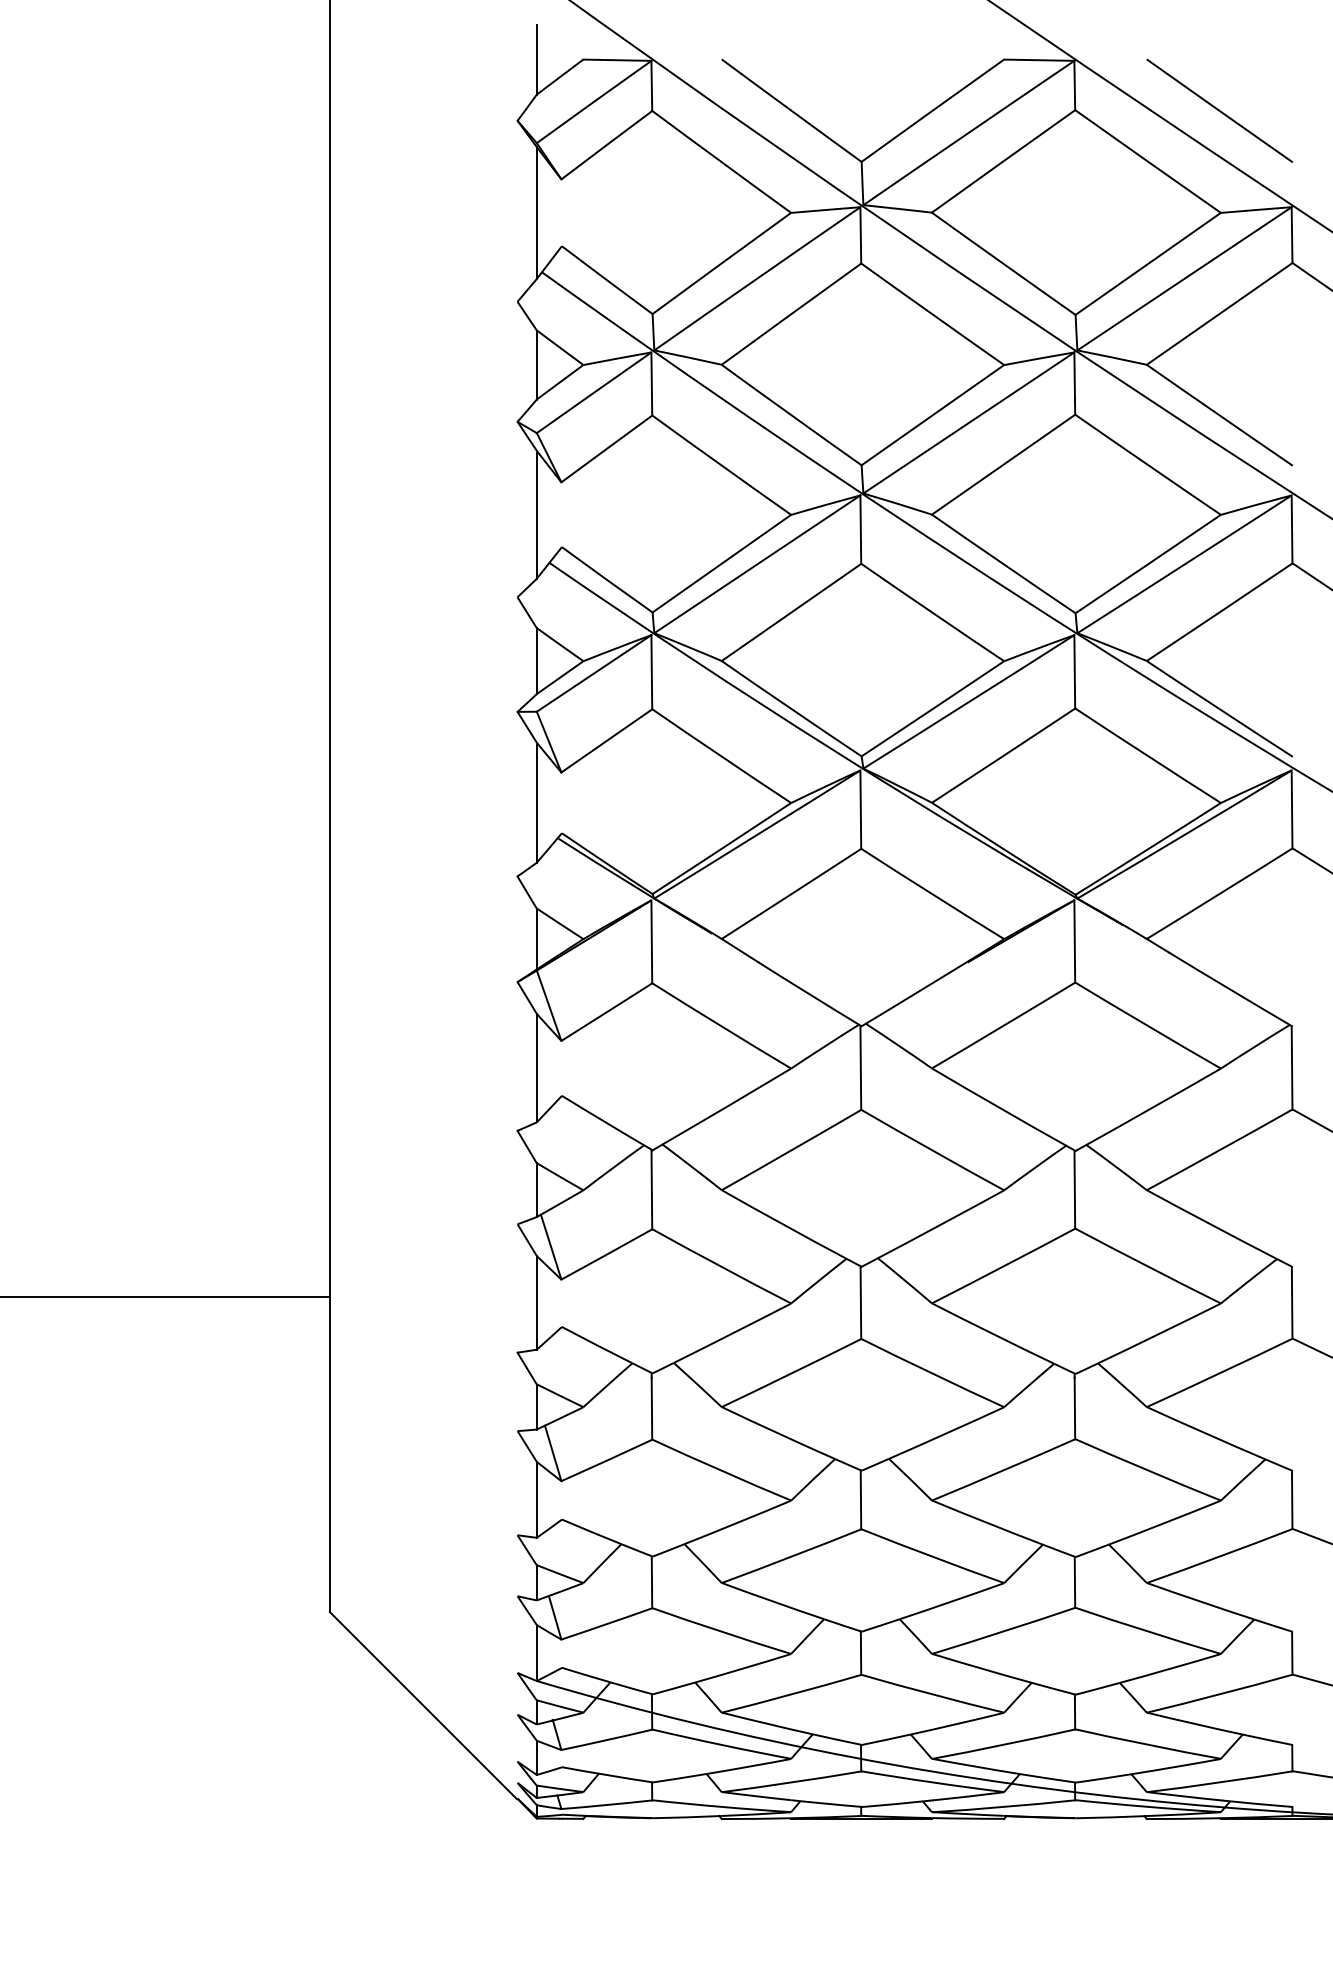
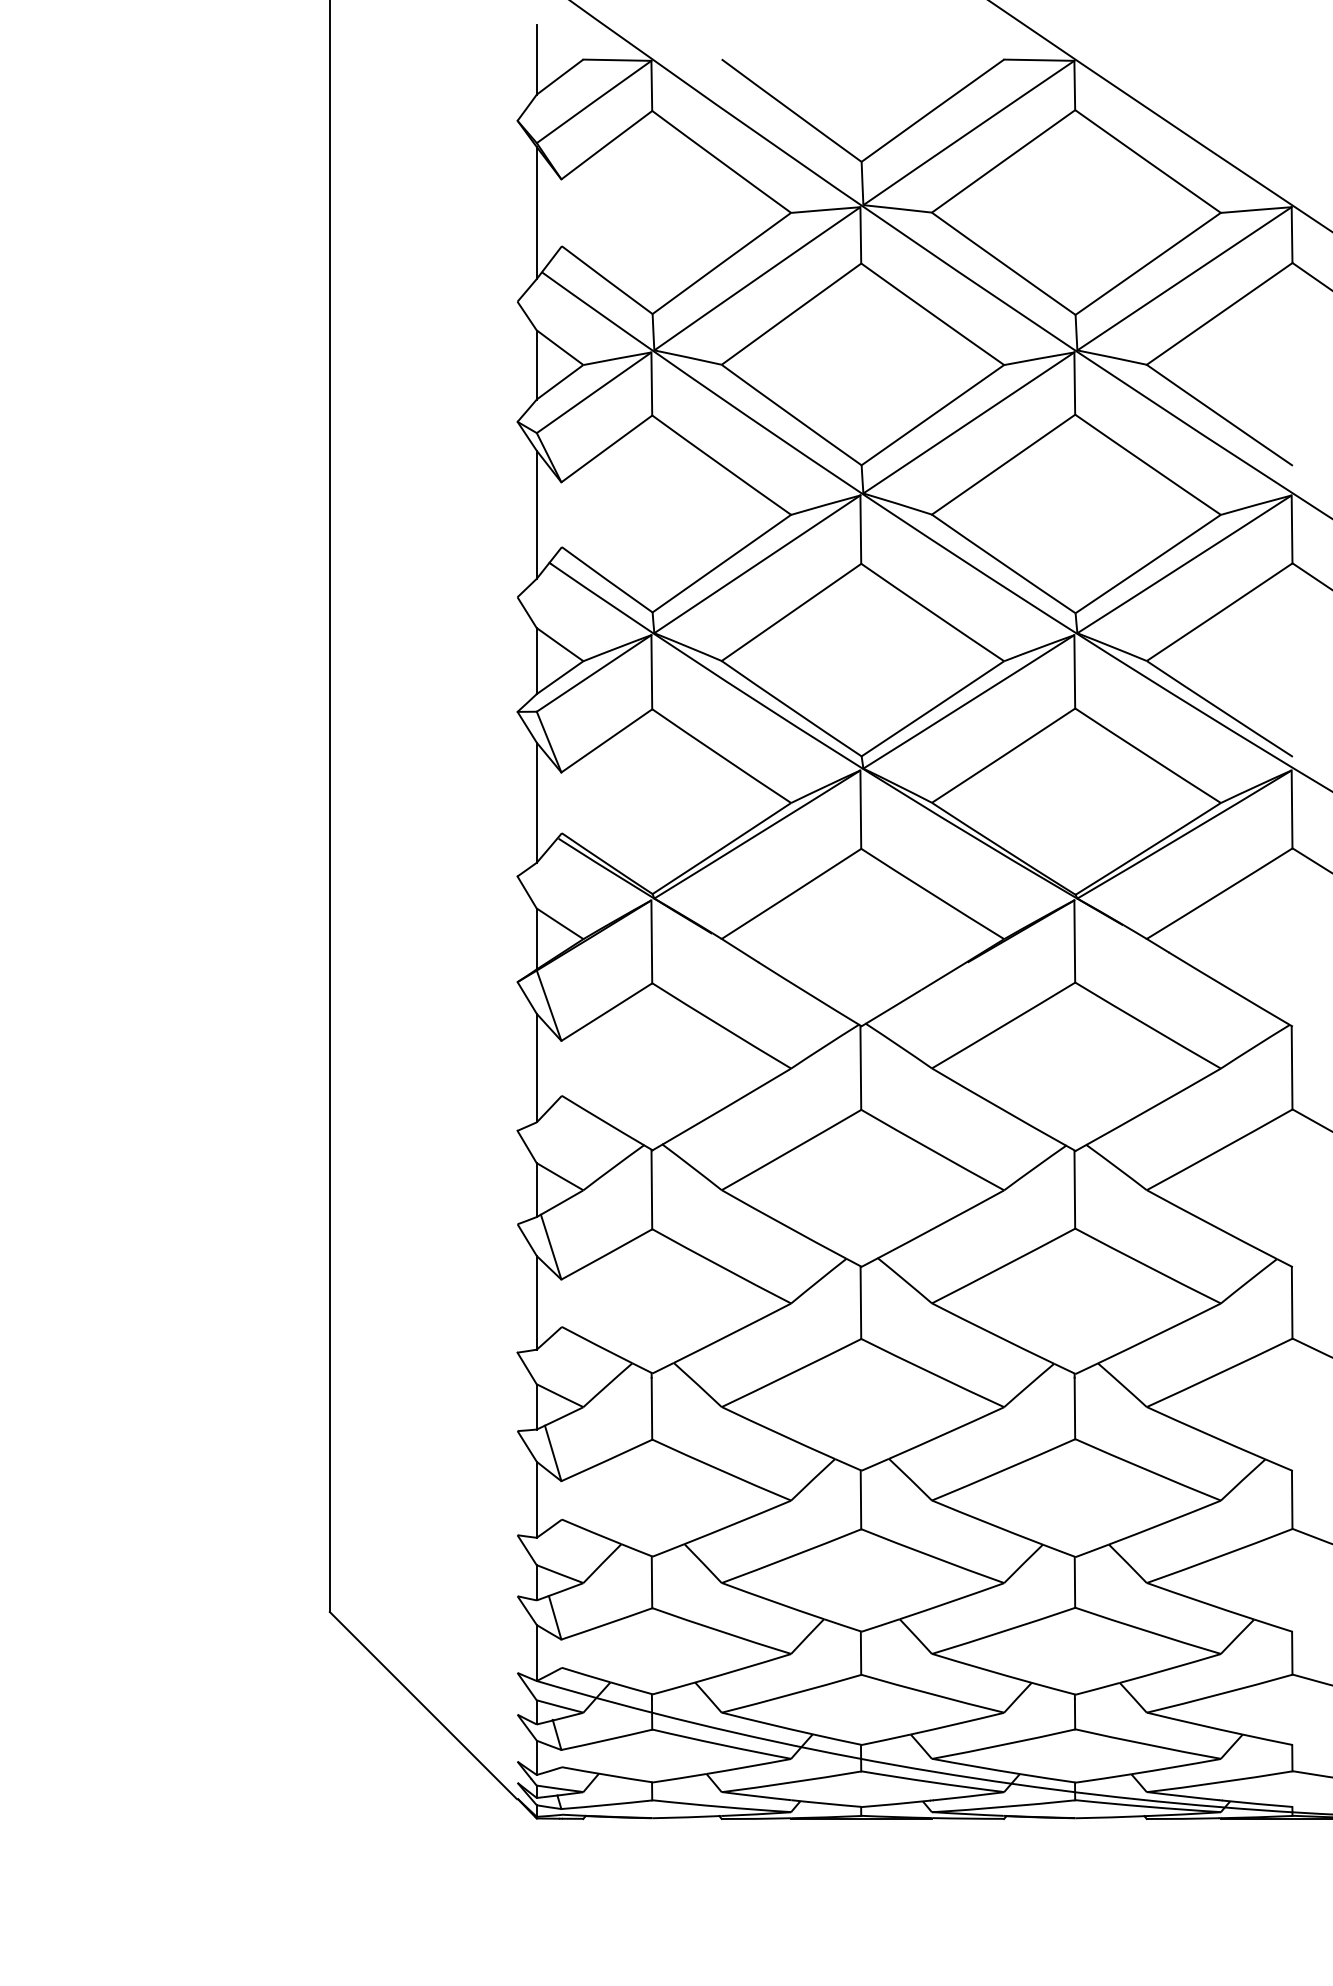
line at (1219, 110): present -> none
line at (165, 1297): present -> none
